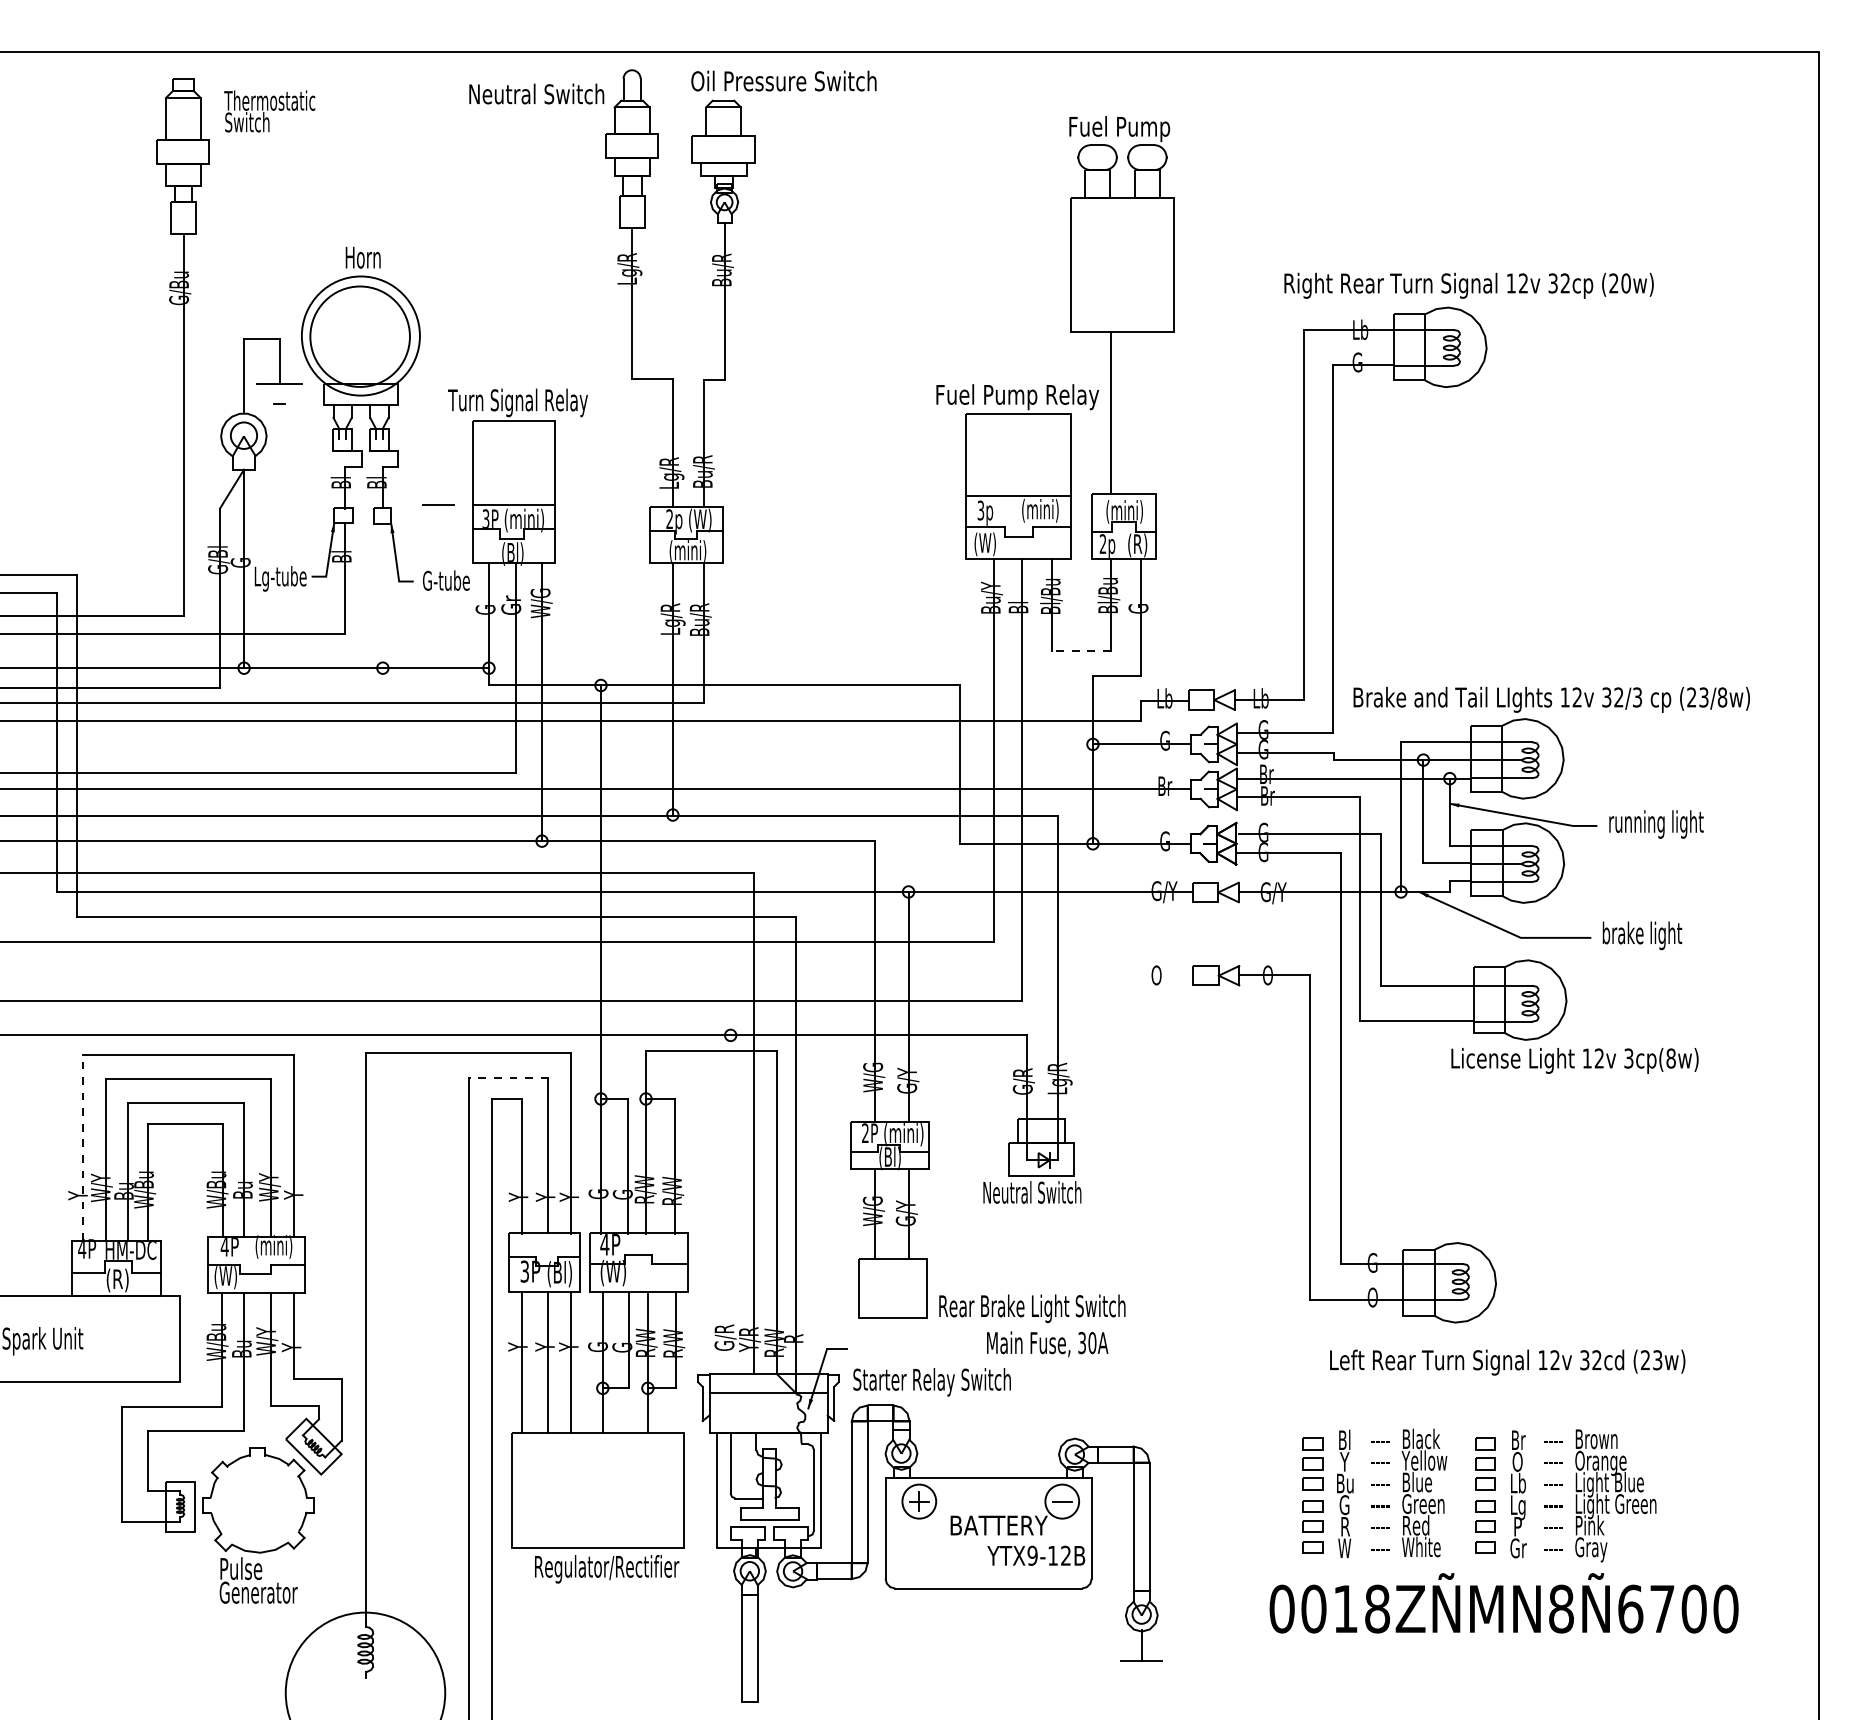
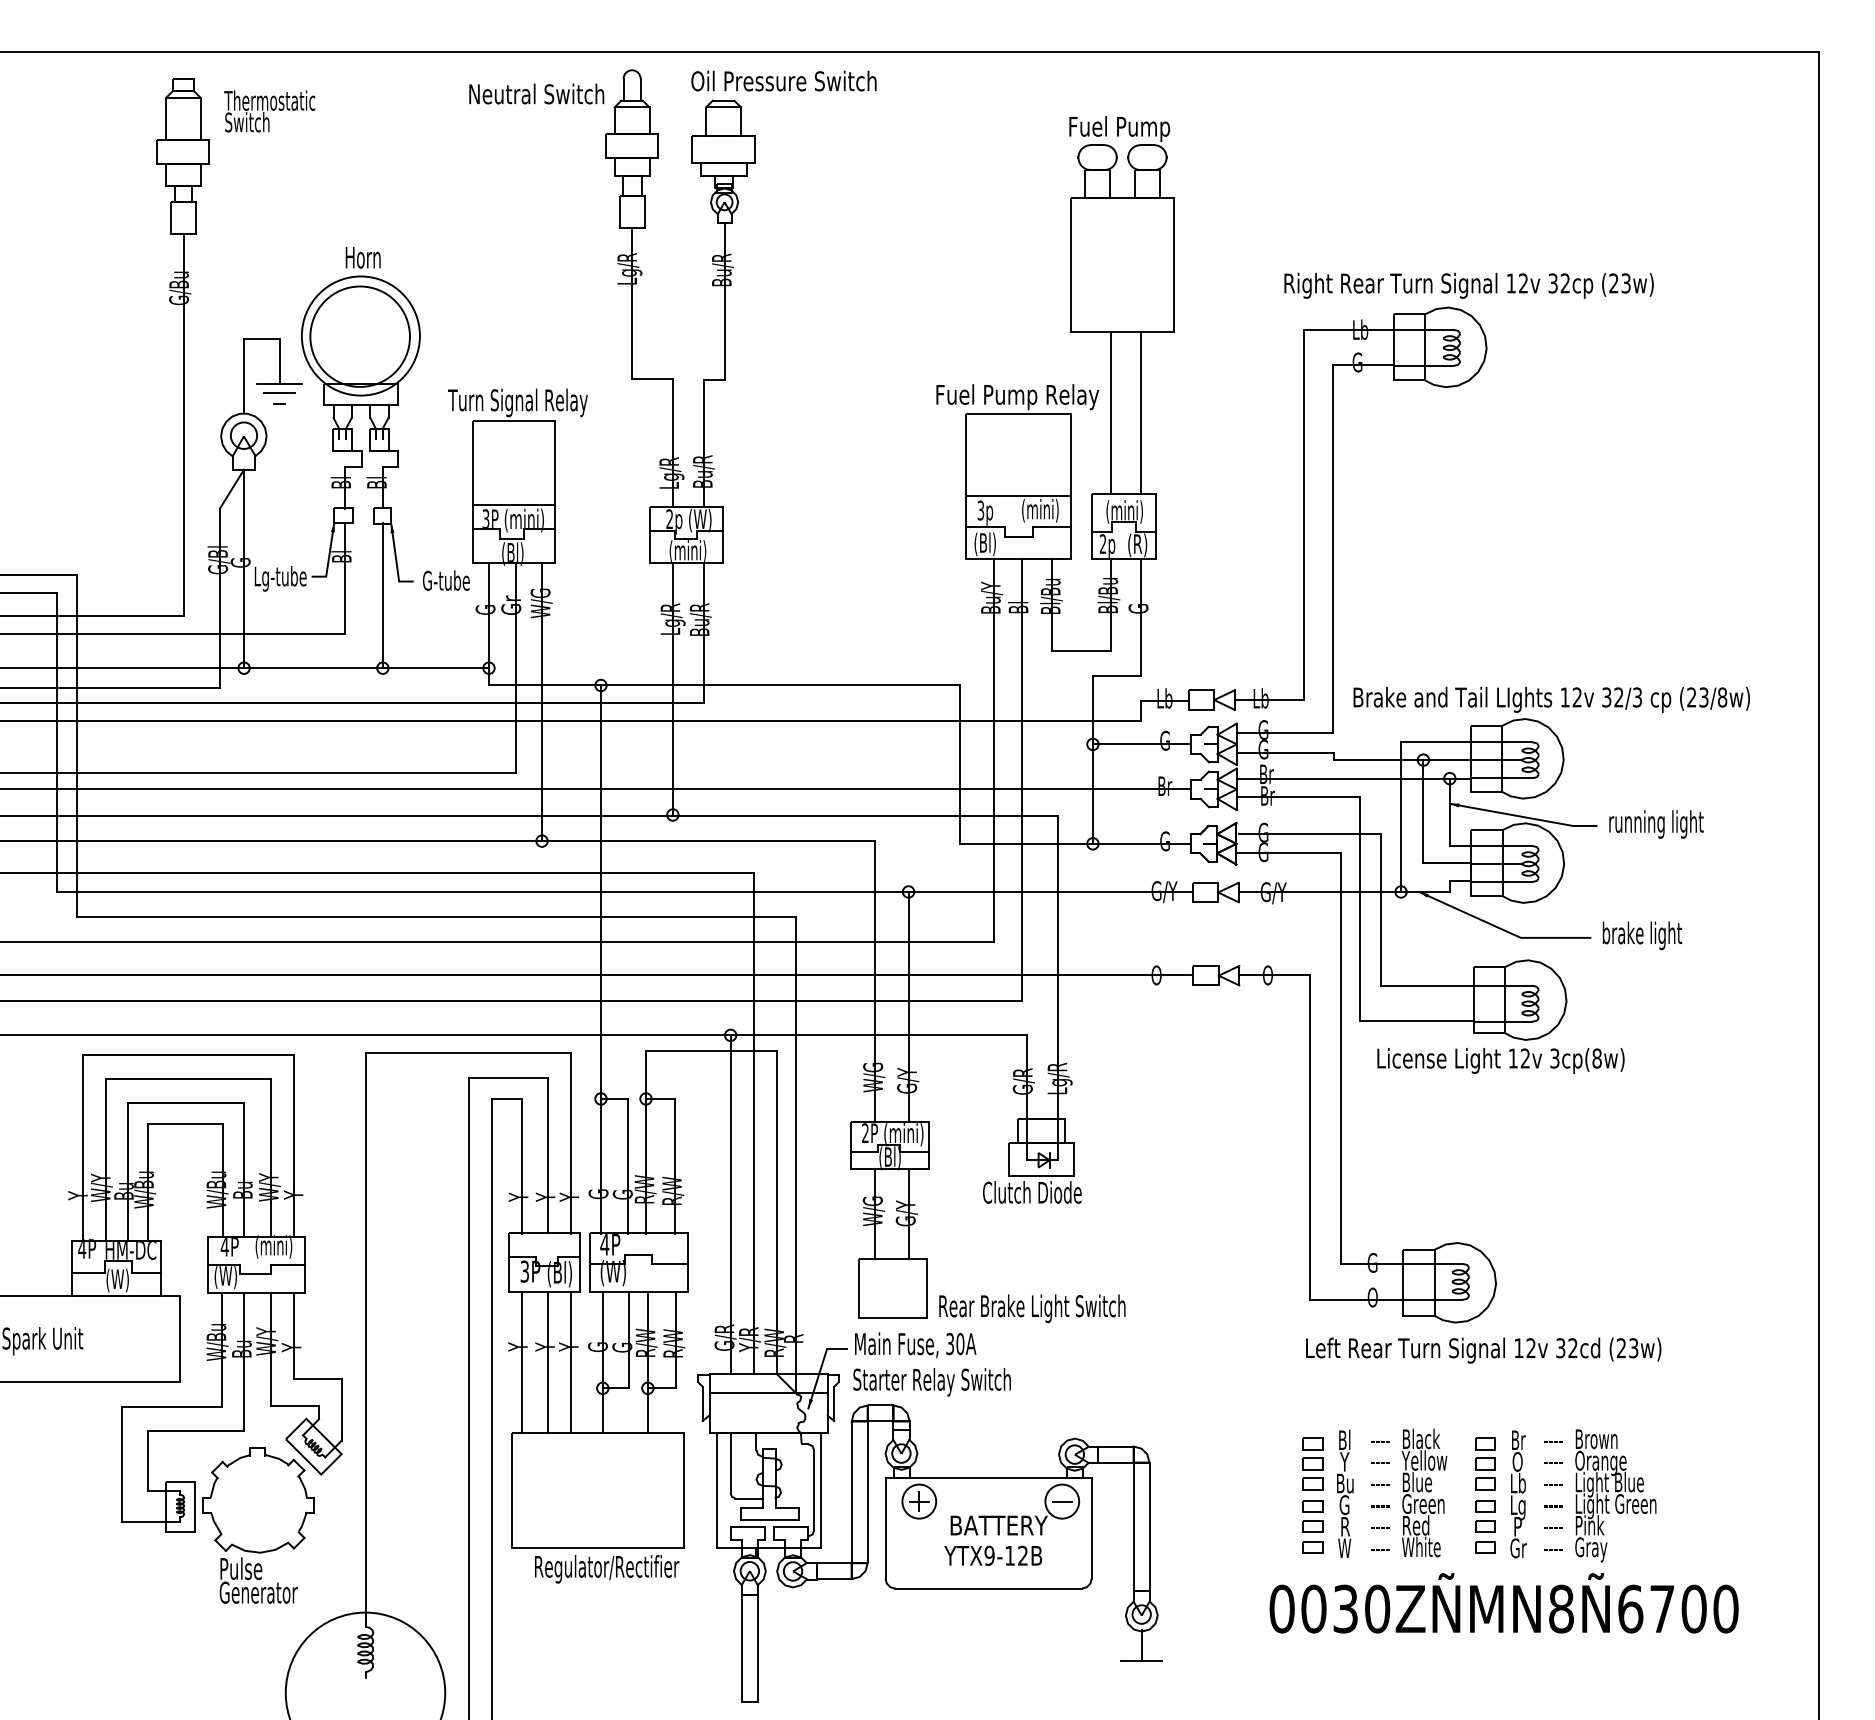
text at (1625, 283): (20w) -> (23w)
line at (1141, 412): none -> present
line at (438, 504) position: (438, 504) -> (279, 392)
text at (985, 542): (W) -> (Bl)
line at (382, 595): none -> present
line at (1080, 650): dashed -> solid
line at (596, 975): none -> present
text at (1574, 1060) position: (1574, 1060) -> (1500, 1060)
line at (508, 1078): dashed -> solid
line at (82, 1147): dashed -> solid
text at (1032, 1192): Neutral Switch -> Clutch Diode
line at (730, 1204): none -> present
text at (117, 1280): (R) -> (W)
text at (1047, 1344) position: (1047, 1344) -> (915, 1345)
text at (1507, 1362) position: (1507, 1362) -> (1483, 1350)
text at (1036, 1555) position: (1036, 1555) -> (993, 1555)
text at (1361, 1608): 0018ZÑMN8Ñ6700 -> 0030ZÑMN8Ñ6700
